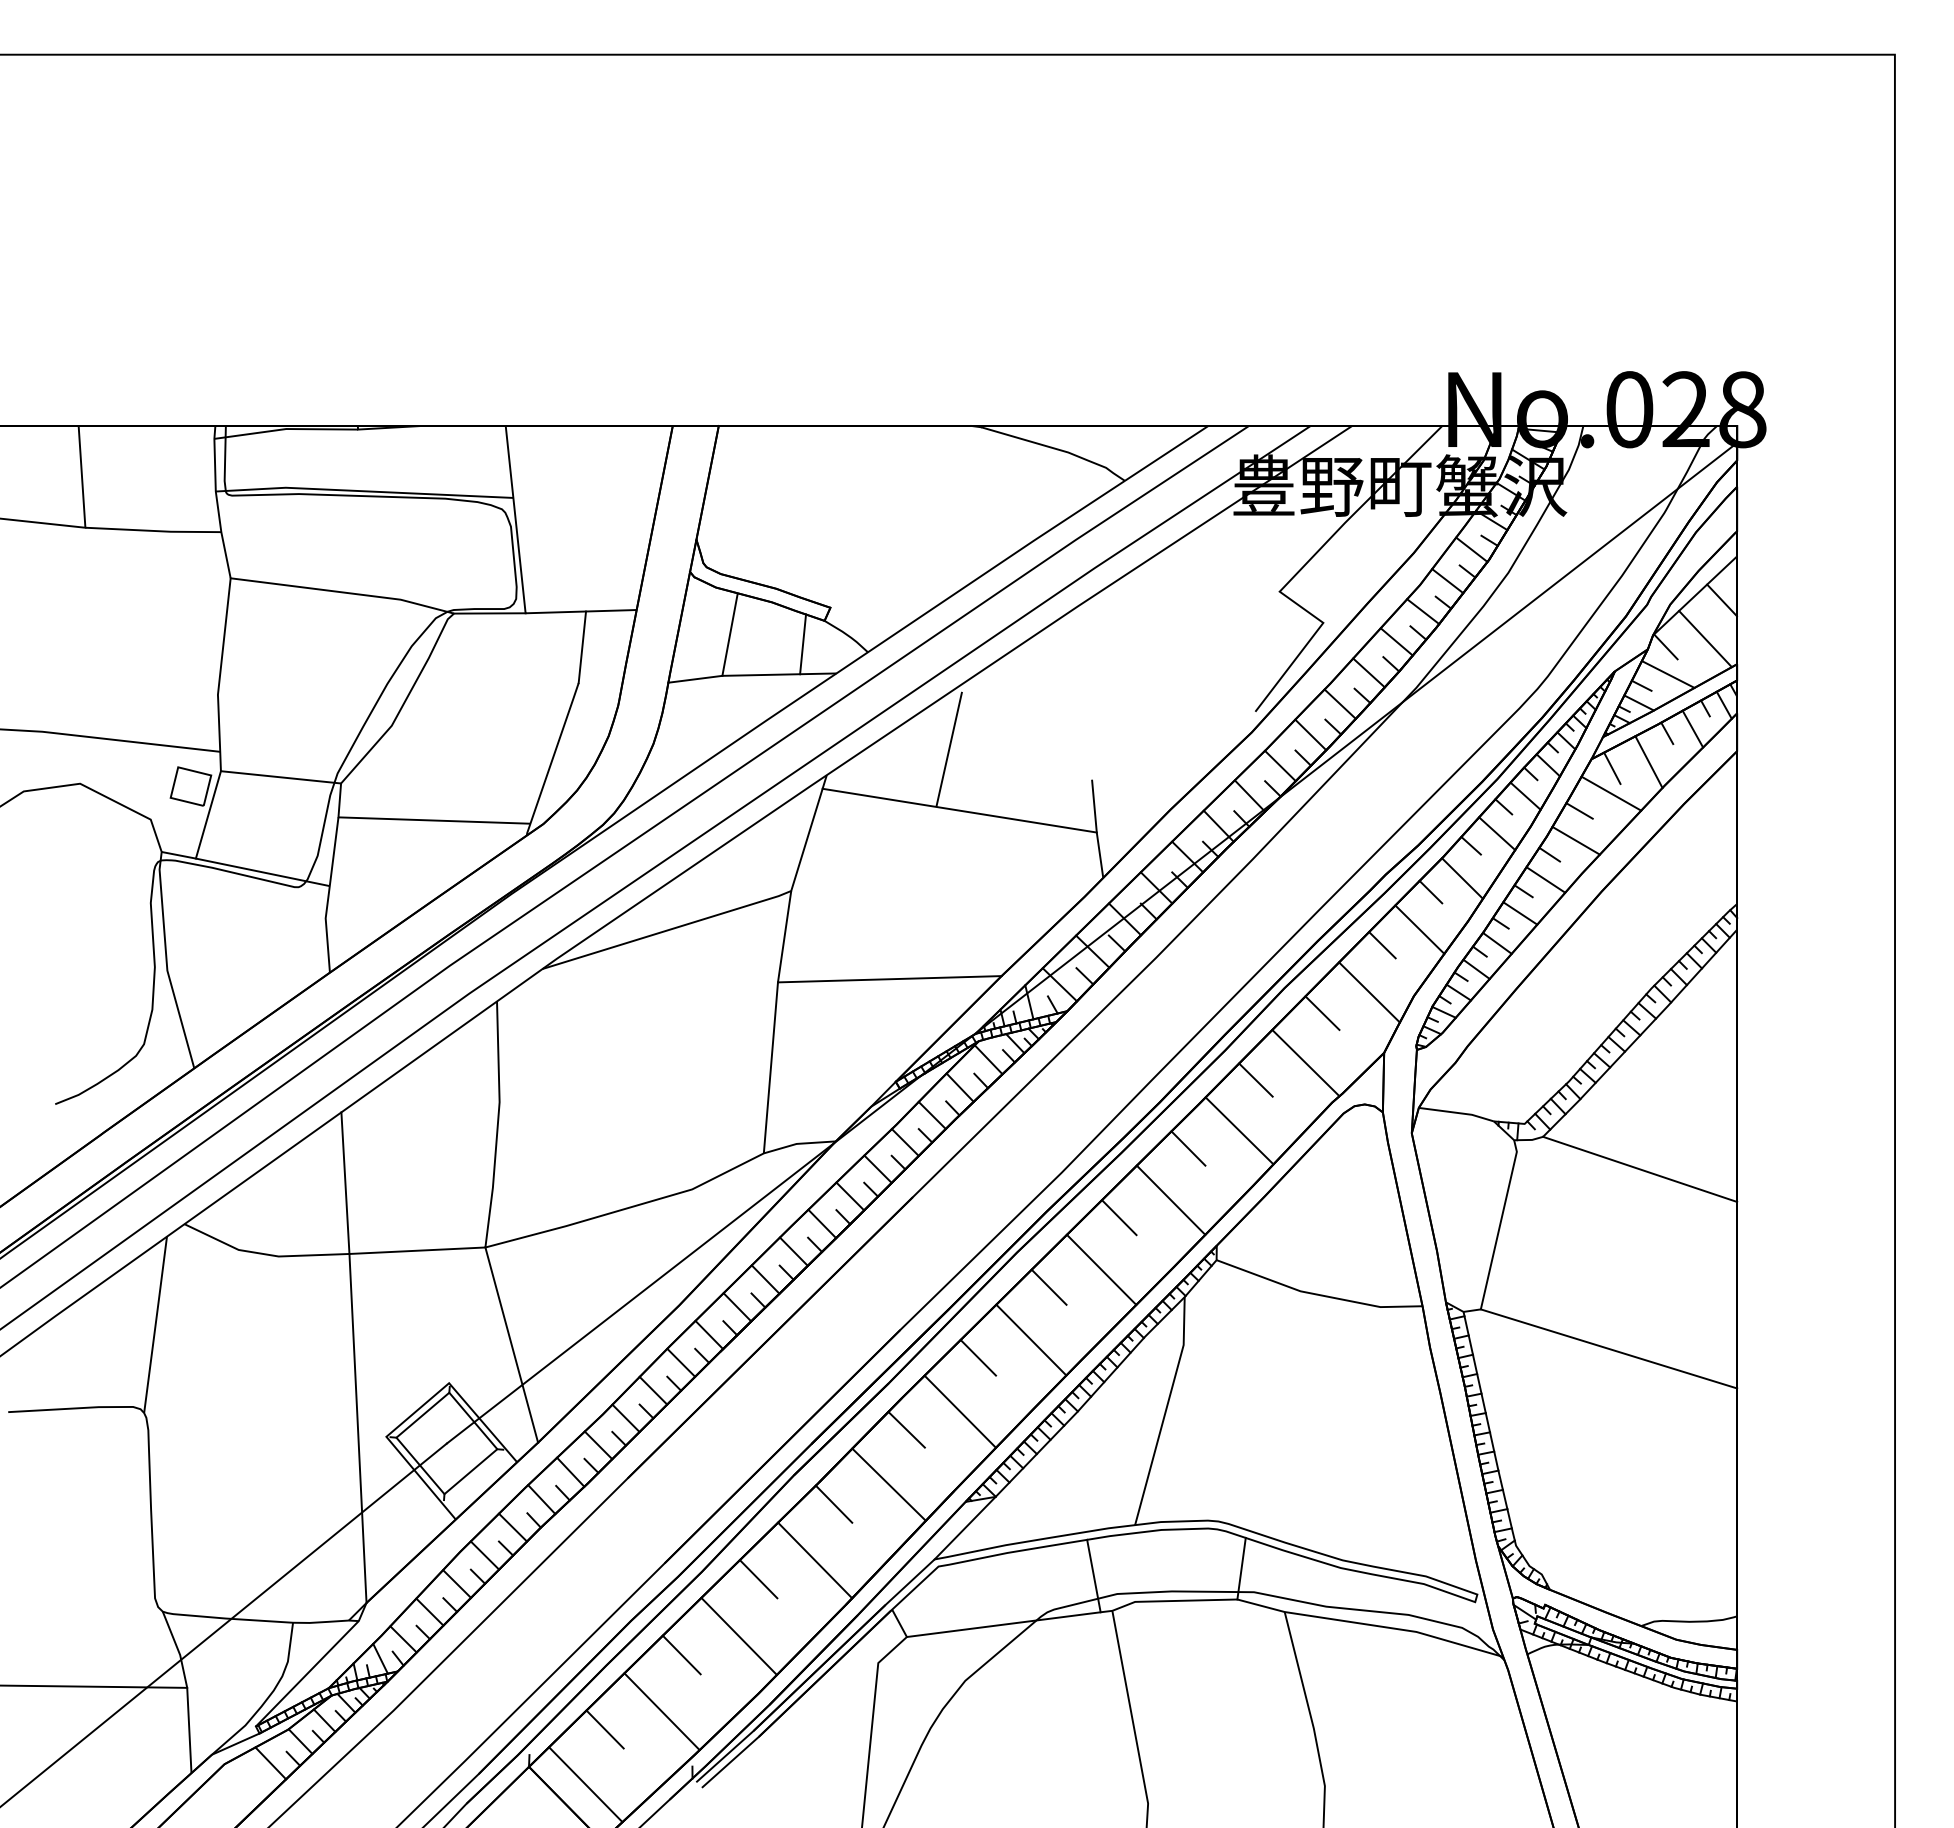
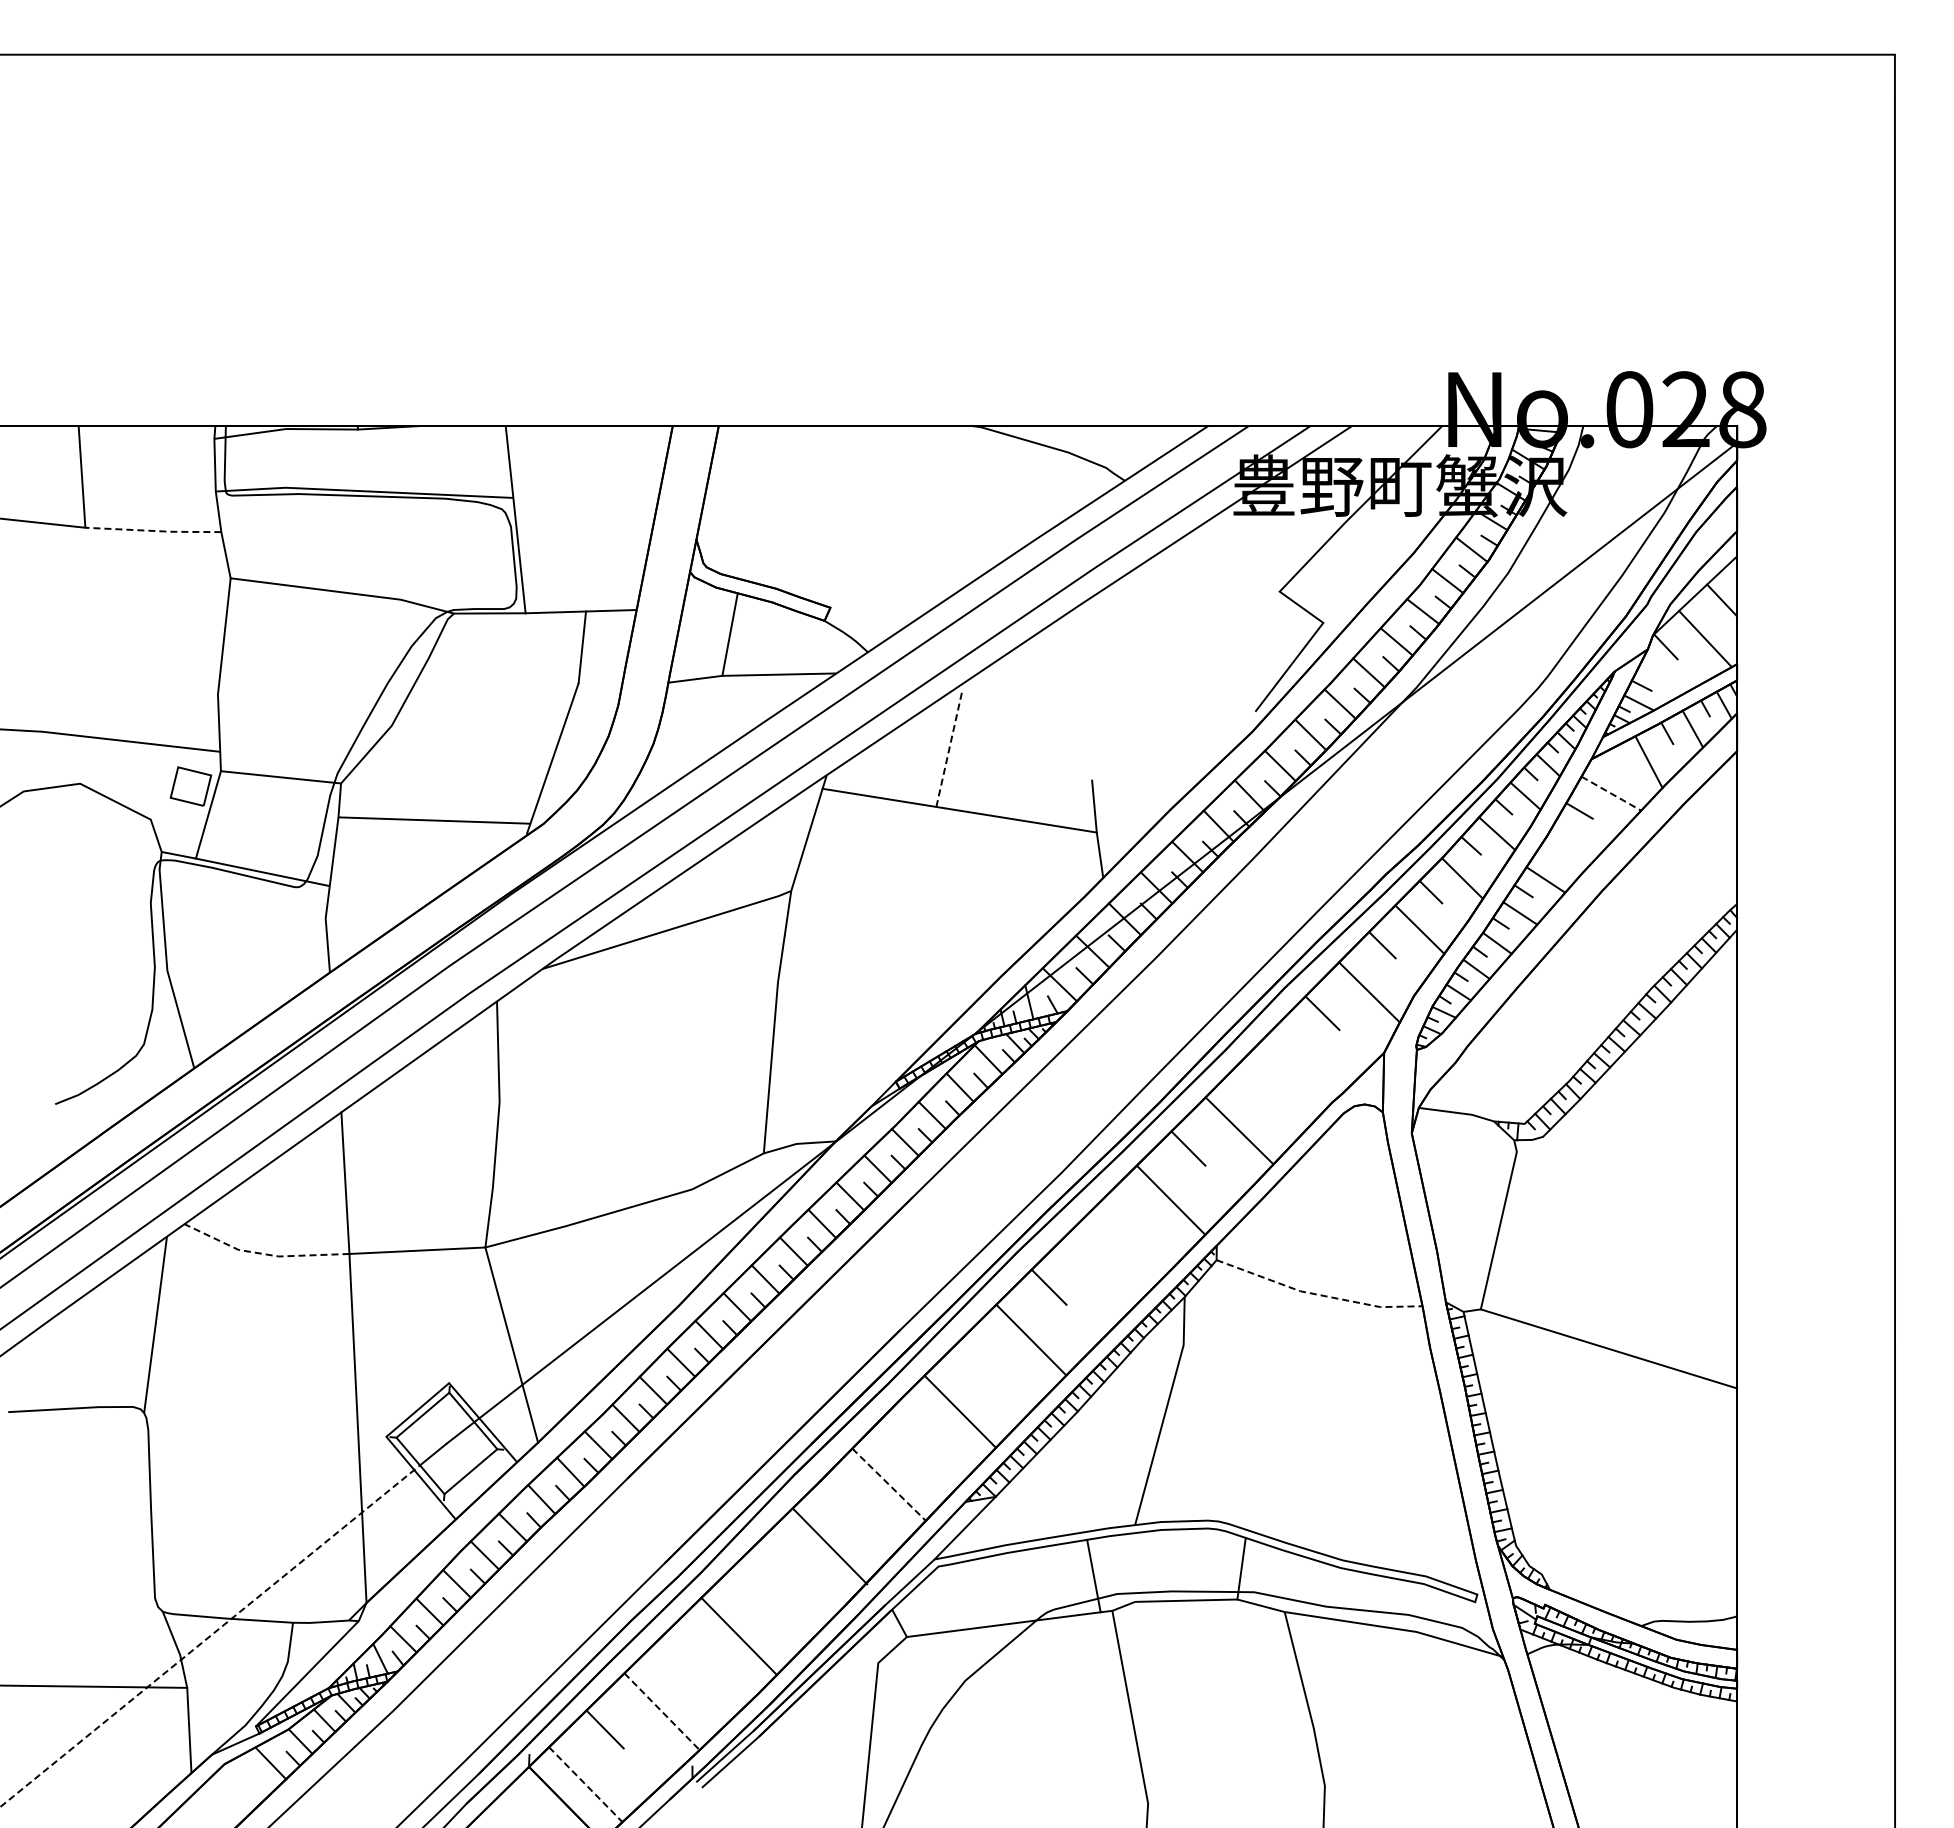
line at (153, 530): solid -> dashed
line at (803, 644): present -> none
line at (1667, 674): present -> none
line at (949, 749): solid -> dashed
line at (1612, 767): present -> none
line at (1611, 793): solid -> dashed
line at (1575, 840): present -> none
line at (1549, 854): present -> none
line at (889, 979): present -> none
line at (1305, 1062): present -> none
line at (1255, 1079): present -> none
line at (1640, 1168): present -> none
line at (1119, 1217): present -> none
line at (263, 1253): solid -> dashed
line at (1101, 1269): present -> none
line at (1318, 1294): solid -> dashed
line at (978, 1357): present -> none
line at (906, 1429): present -> none
line at (889, 1484): solid -> dashed
line at (833, 1503): present -> none
line at (815, 1560) position: (815, 1560) -> (830, 1546)
line at (758, 1579): present -> none
line at (210, 1635): solid -> dashed
line at (681, 1654): present -> none
line at (662, 1711): solid -> dashed
line at (586, 1785): solid -> dashed
